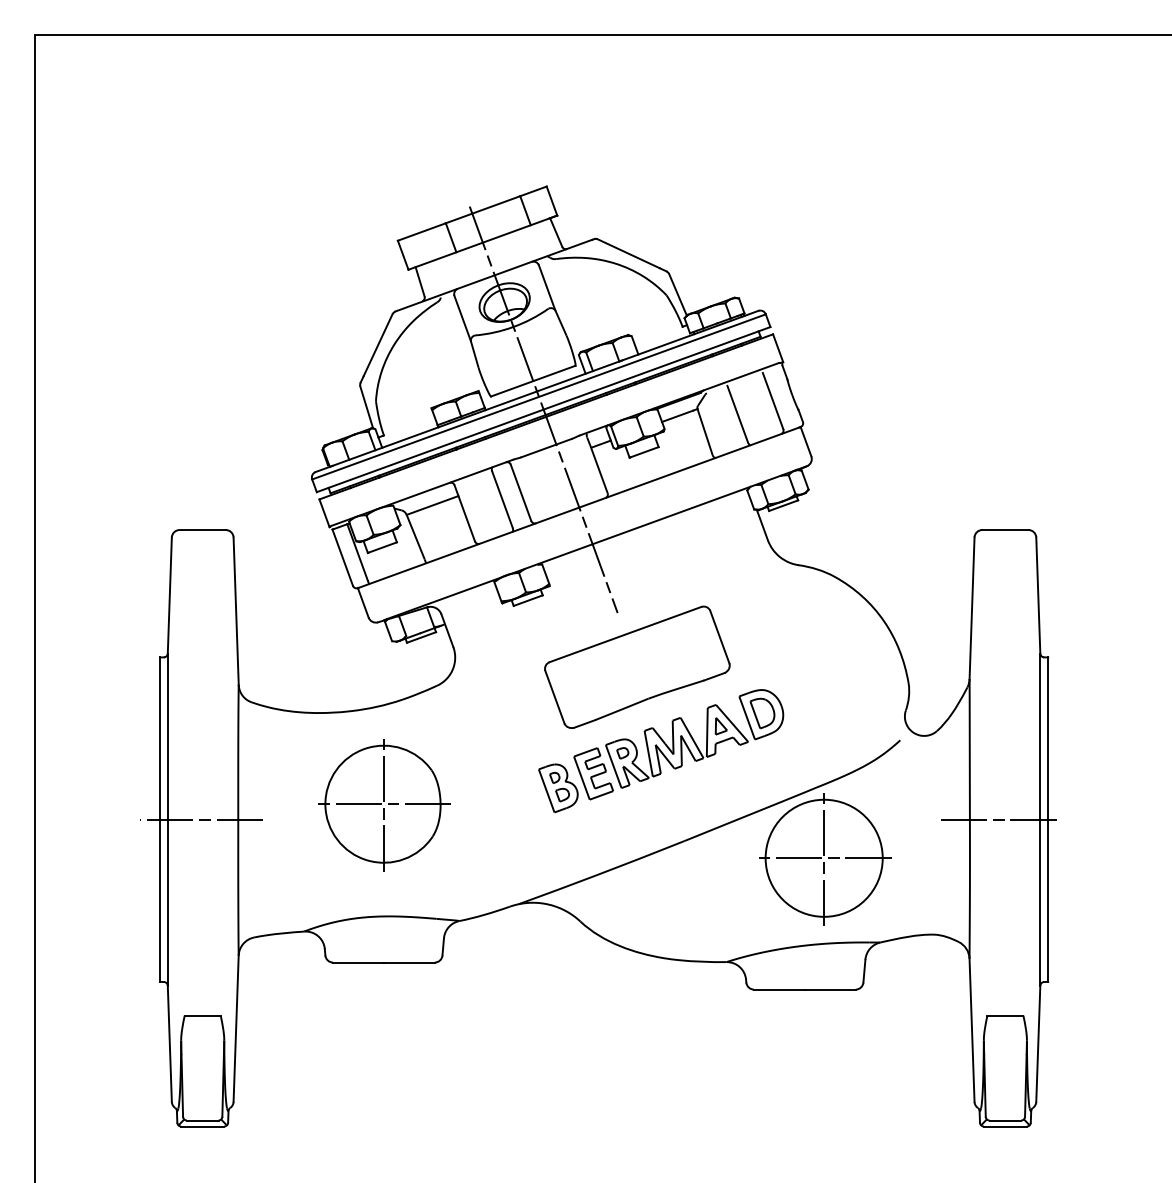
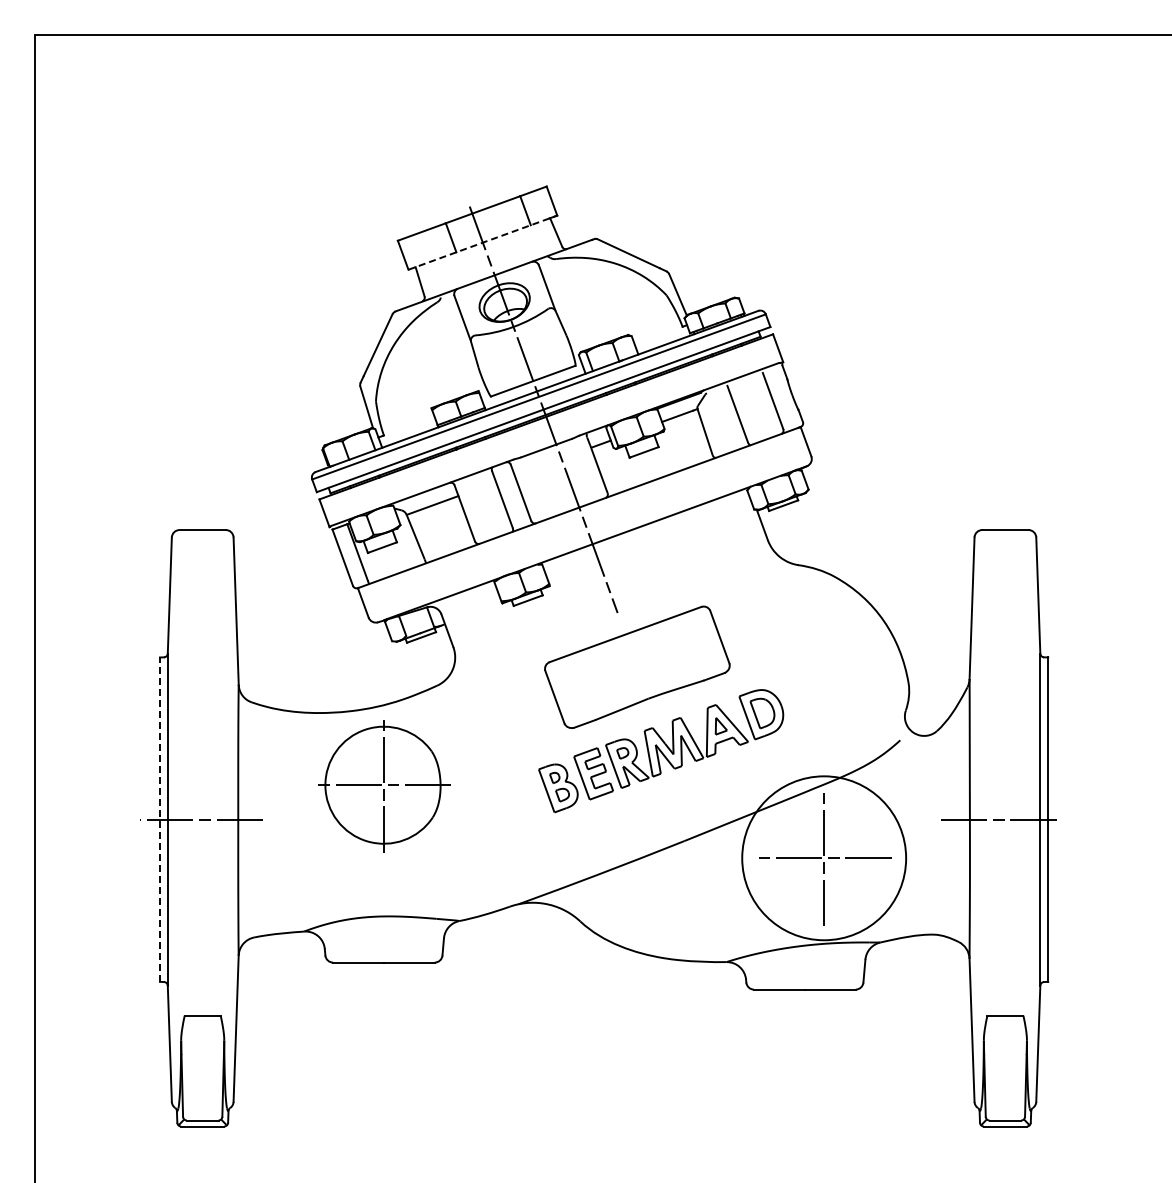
line at (483, 242): solid -> dashed
part at (384, 805) position: (384, 805) -> (384, 786)
line at (159, 819): solid -> dashed
circle at (823, 857) diameter: 117 px -> 164 px
